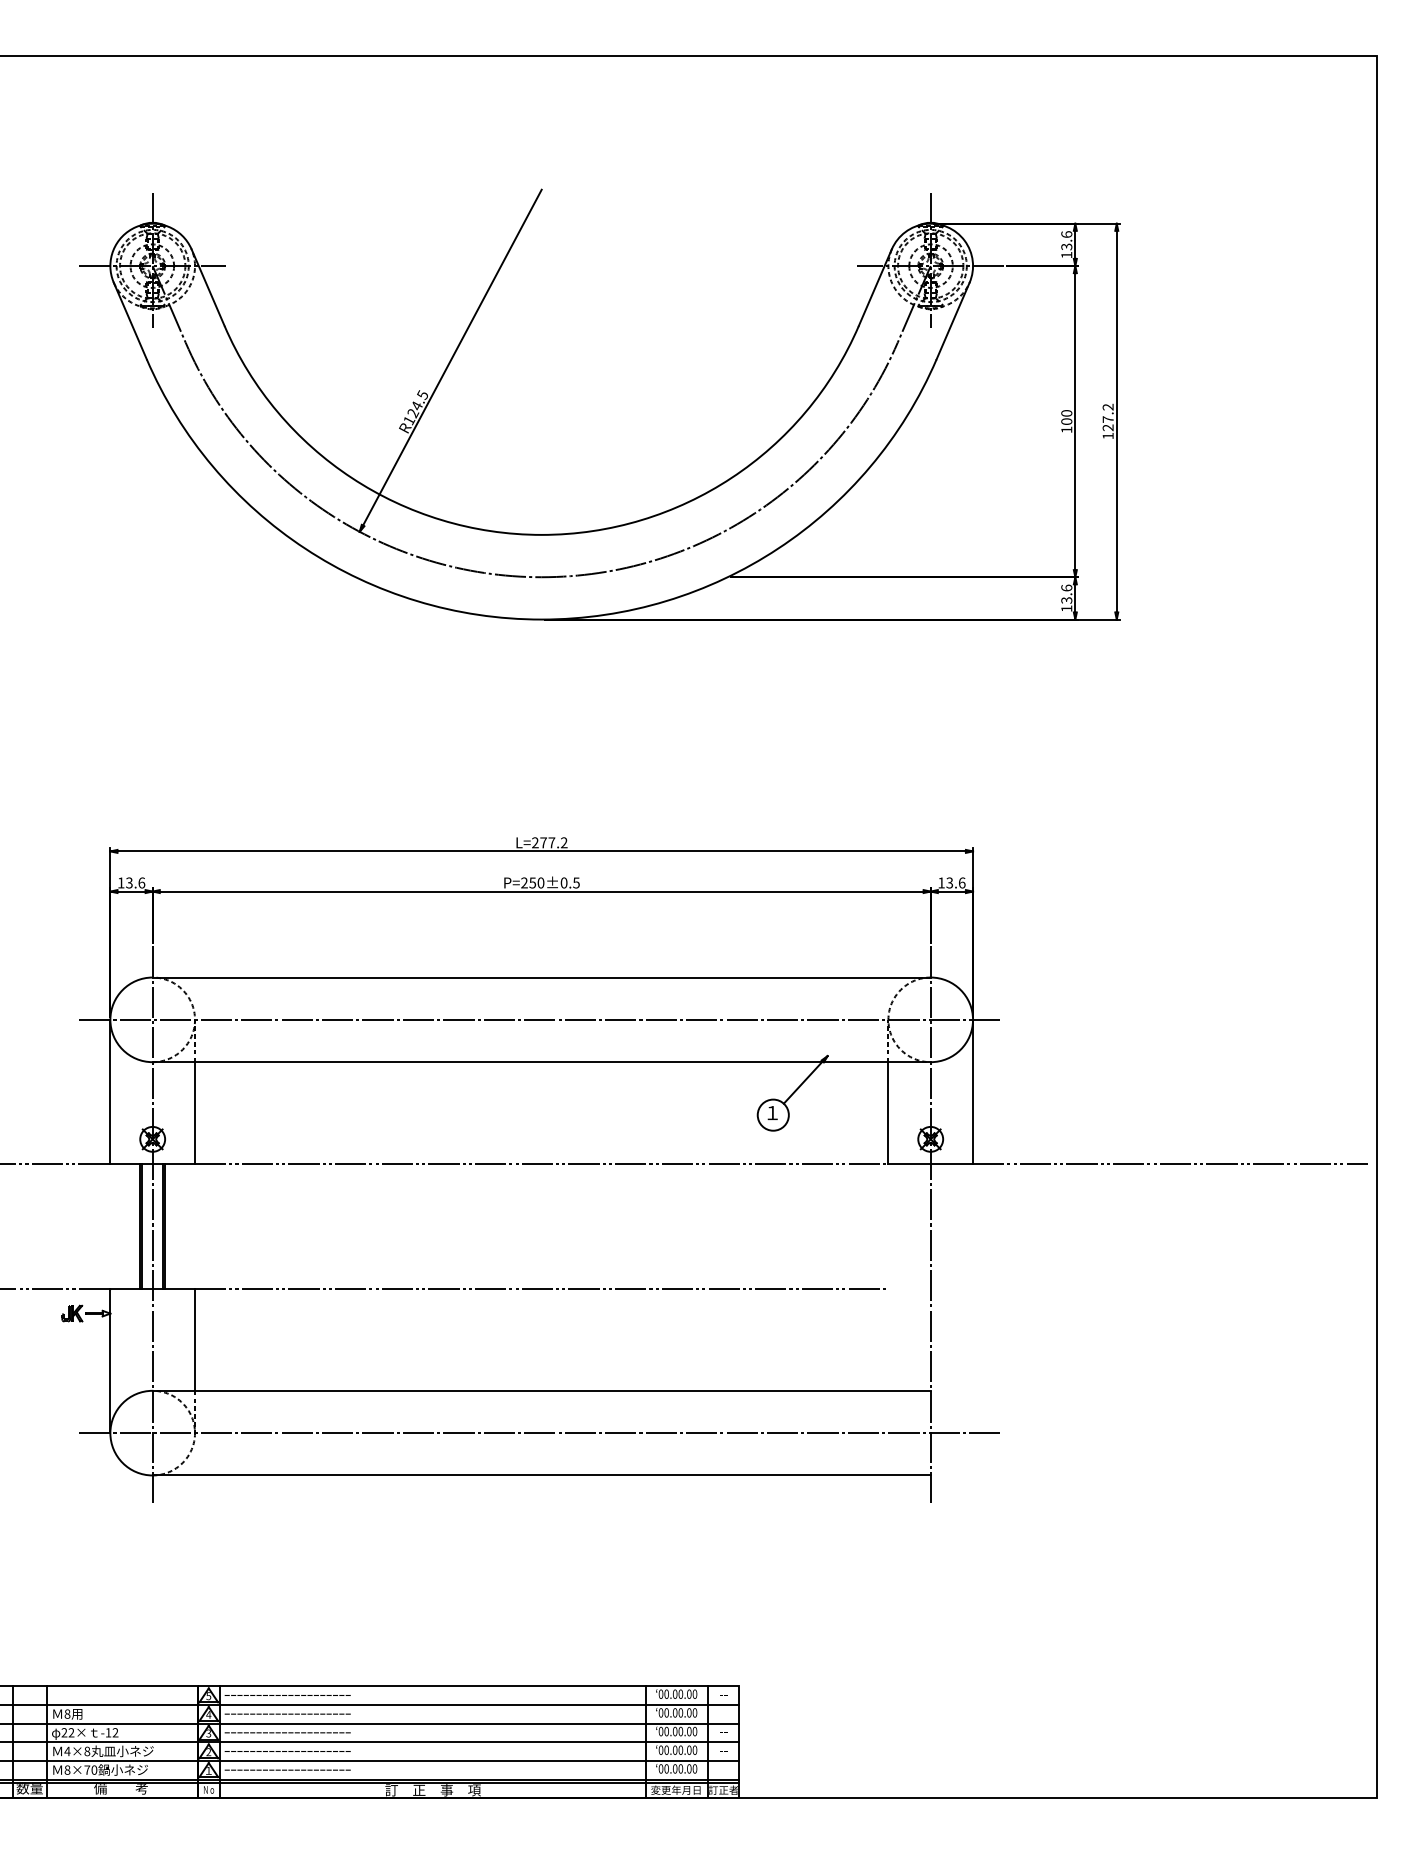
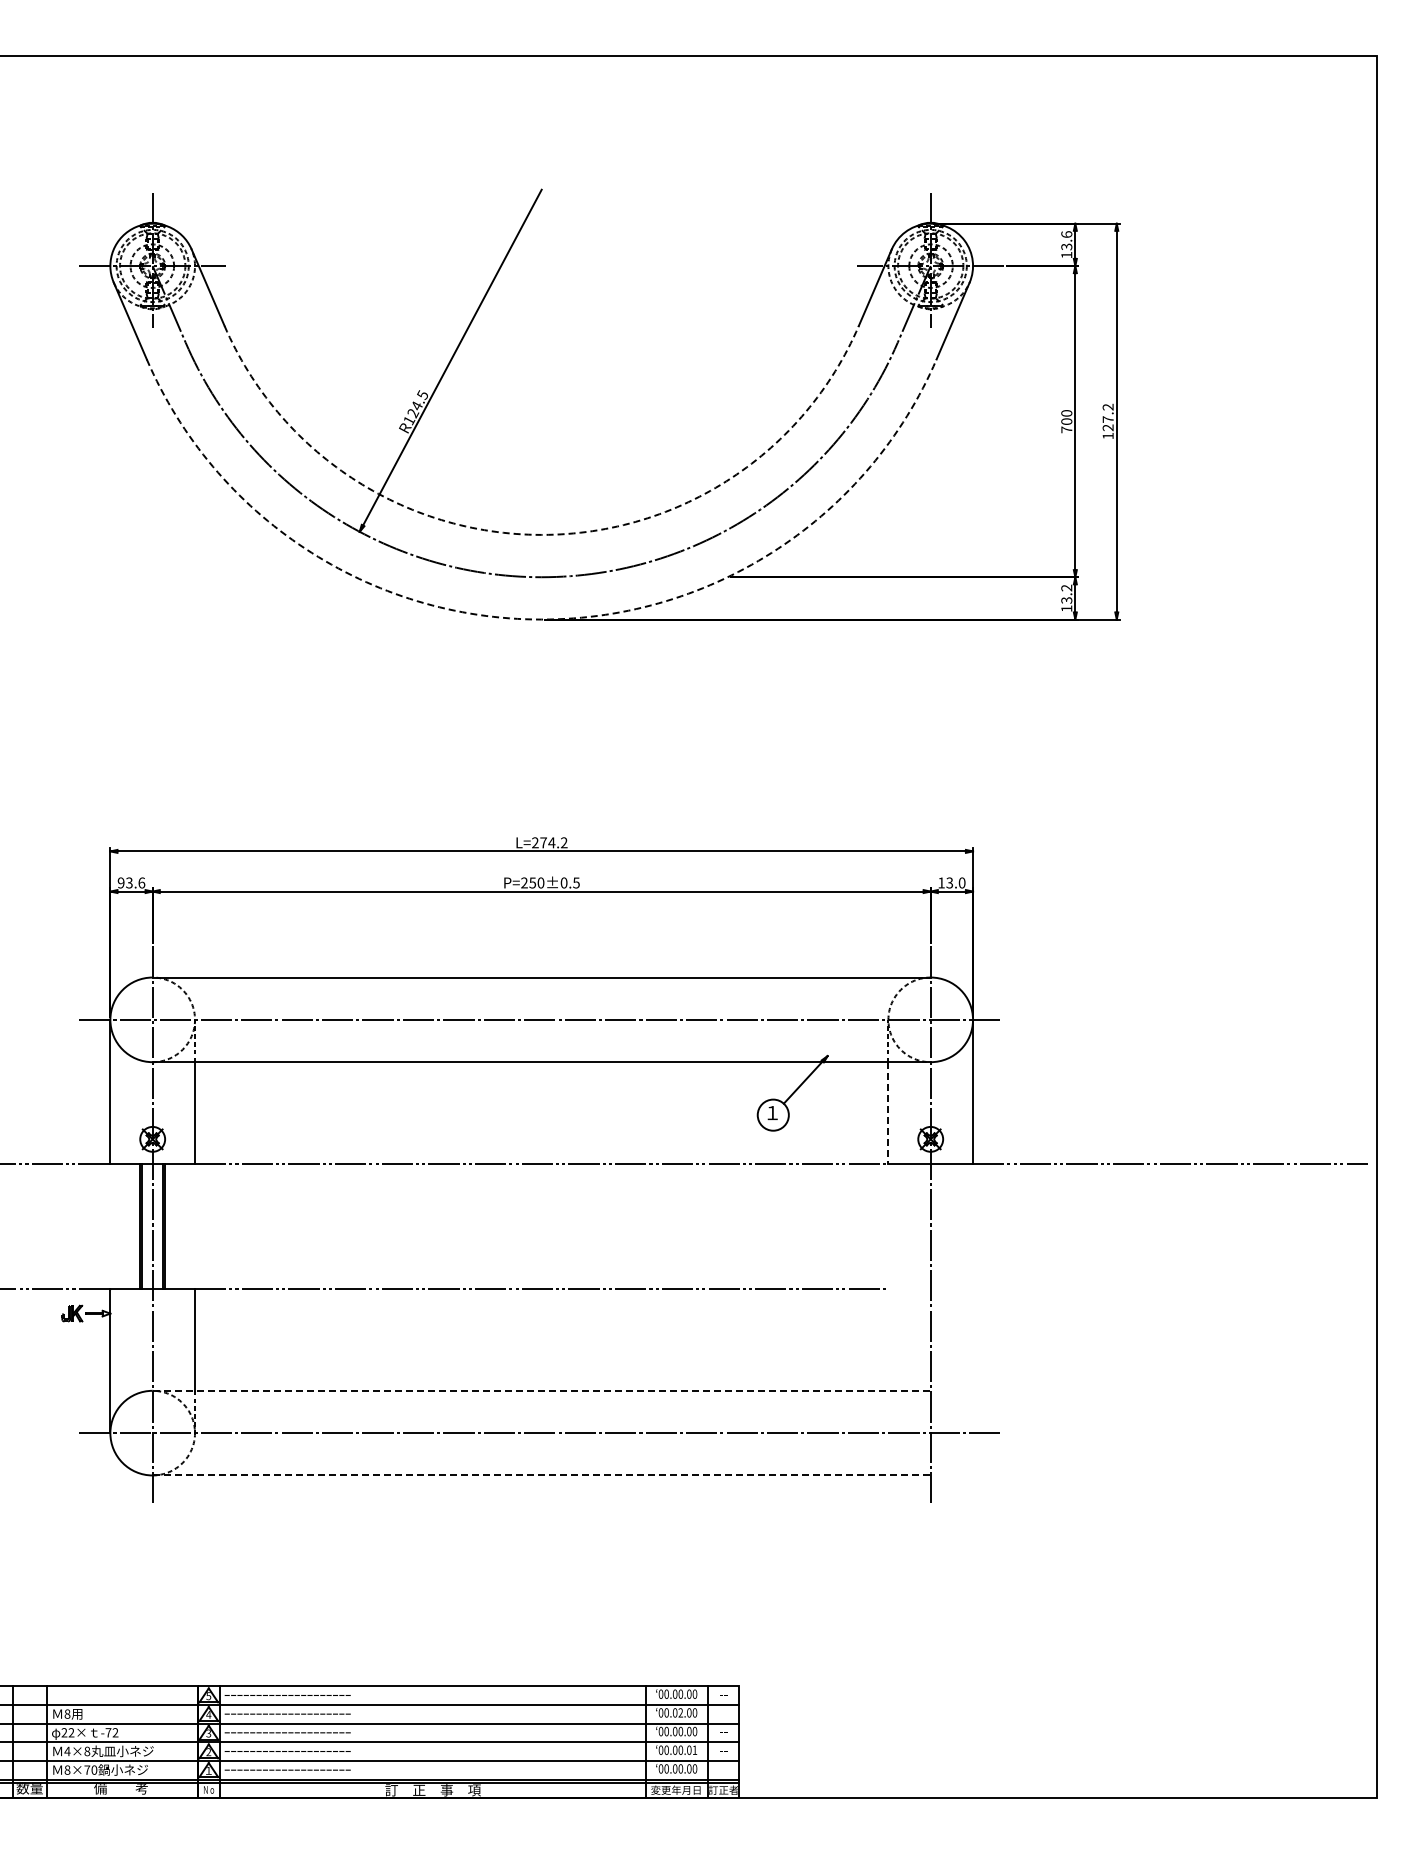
text at (1066, 429): 100 -> 700
arc at (541, 534): solid -> dashed
text at (1066, 587): 13.6 -> 13.2
arc at (541, 619): solid -> dashed
text at (551, 842): L=277.2 -> L=274.2
text at (120, 882): 13.6 -> 93.6
text at (961, 882): 13.6 -> 13.0
line at (888, 1113): solid -> dashed
line at (542, 1390): solid -> dashed
line at (542, 1475): solid -> dashed
text at (680, 1712): 00.00.00 -> 00.02.00
text at (108, 1732): -12 -> -72
text at (694, 1749): 00.00.00 -> 00.00.01
